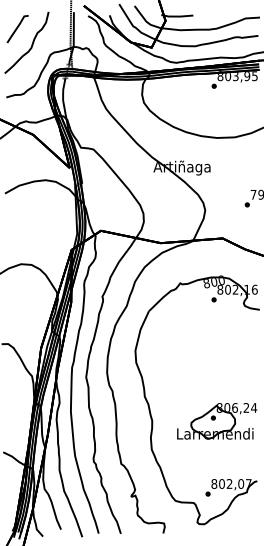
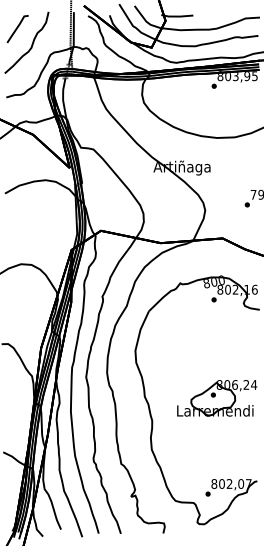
part at (217, 421) position: (217, 421) -> (217, 398)
